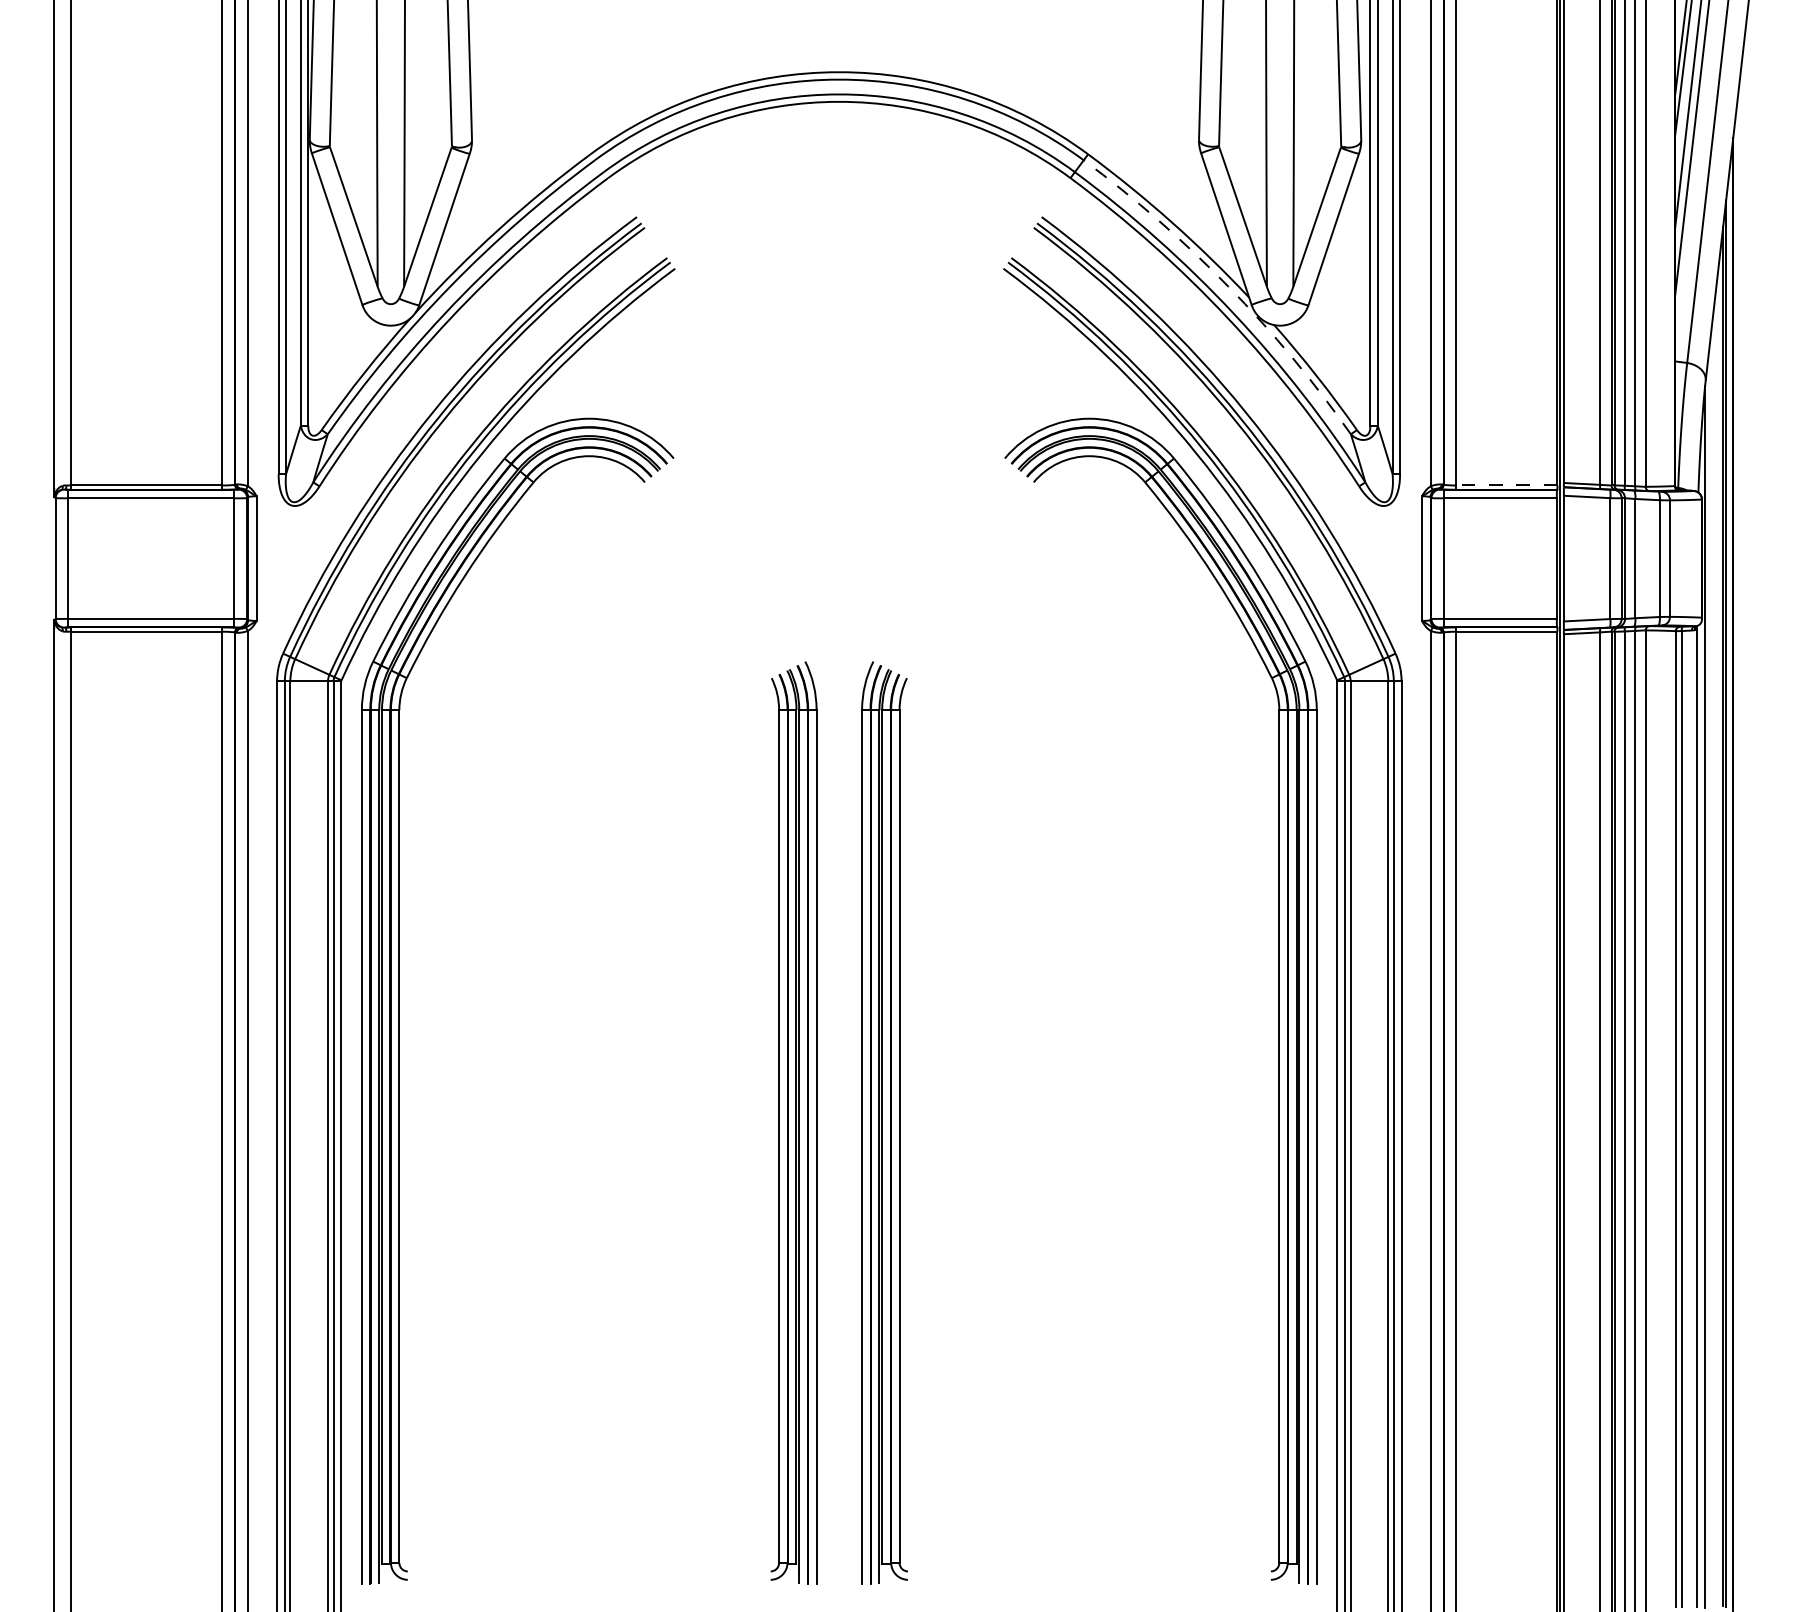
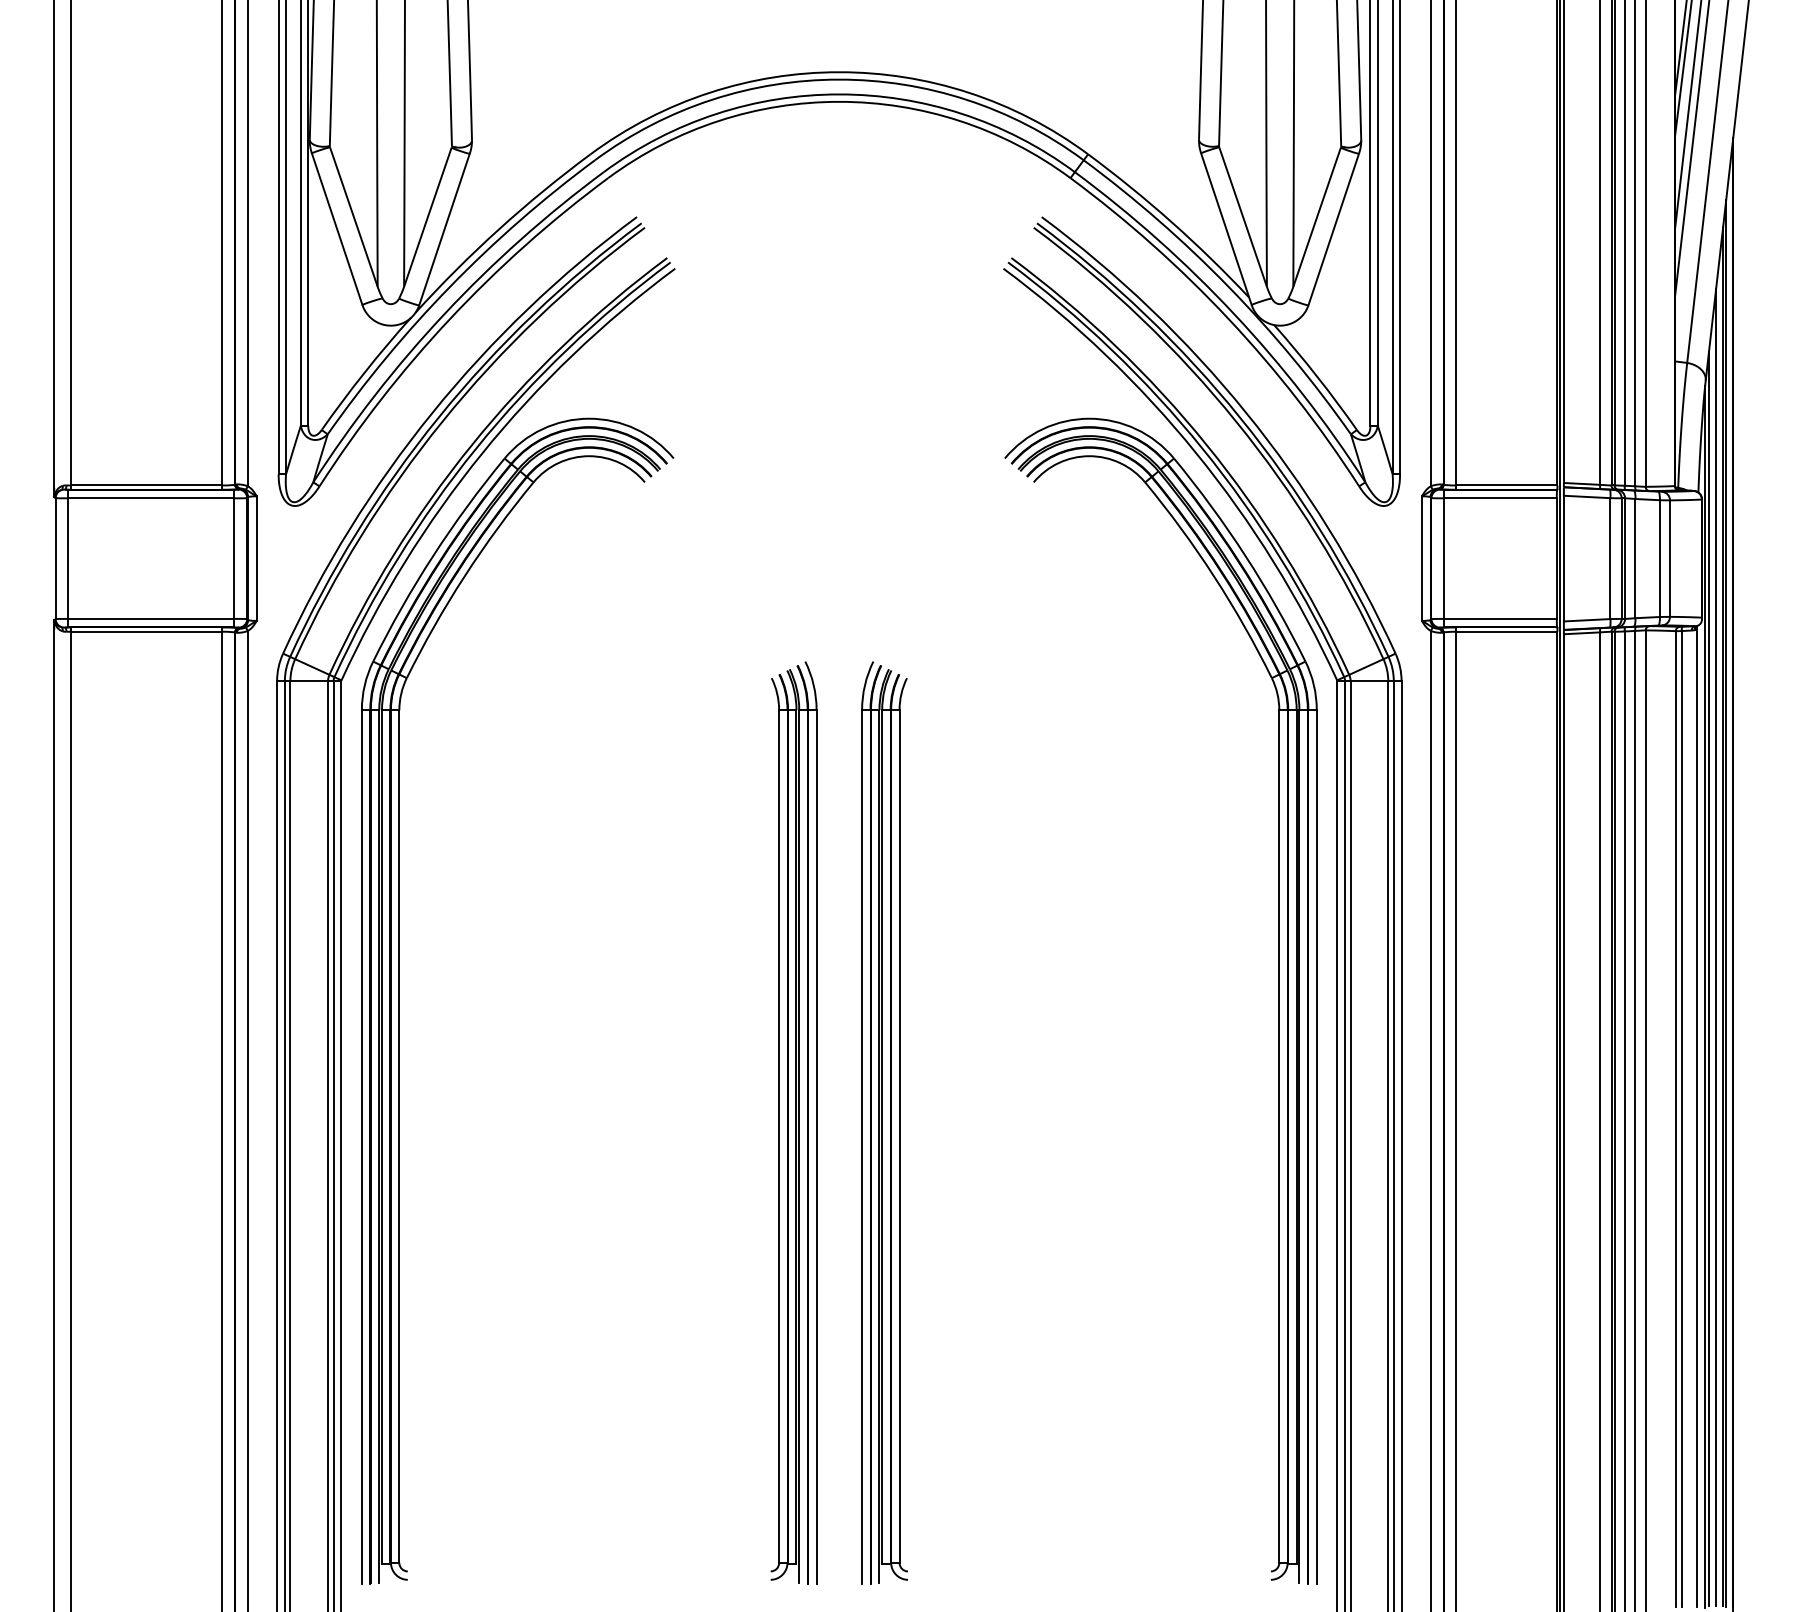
arc at (1228, 286): dashed -> solid
line at (1506, 485): dashed -> solid
line at (1716, 947): none -> present
line at (1709, 978): none -> present
